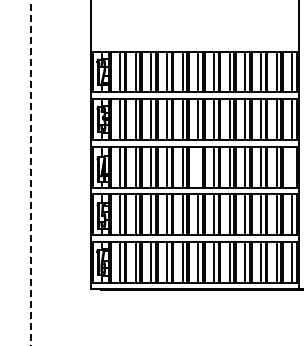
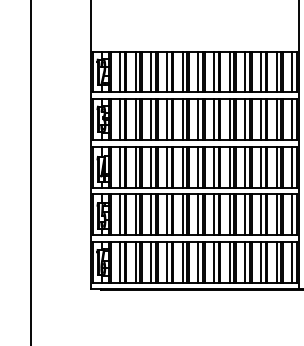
line at (198, 166): none -> present
line at (292, 166): none -> present
line at (31, 173): dashed -> solid
